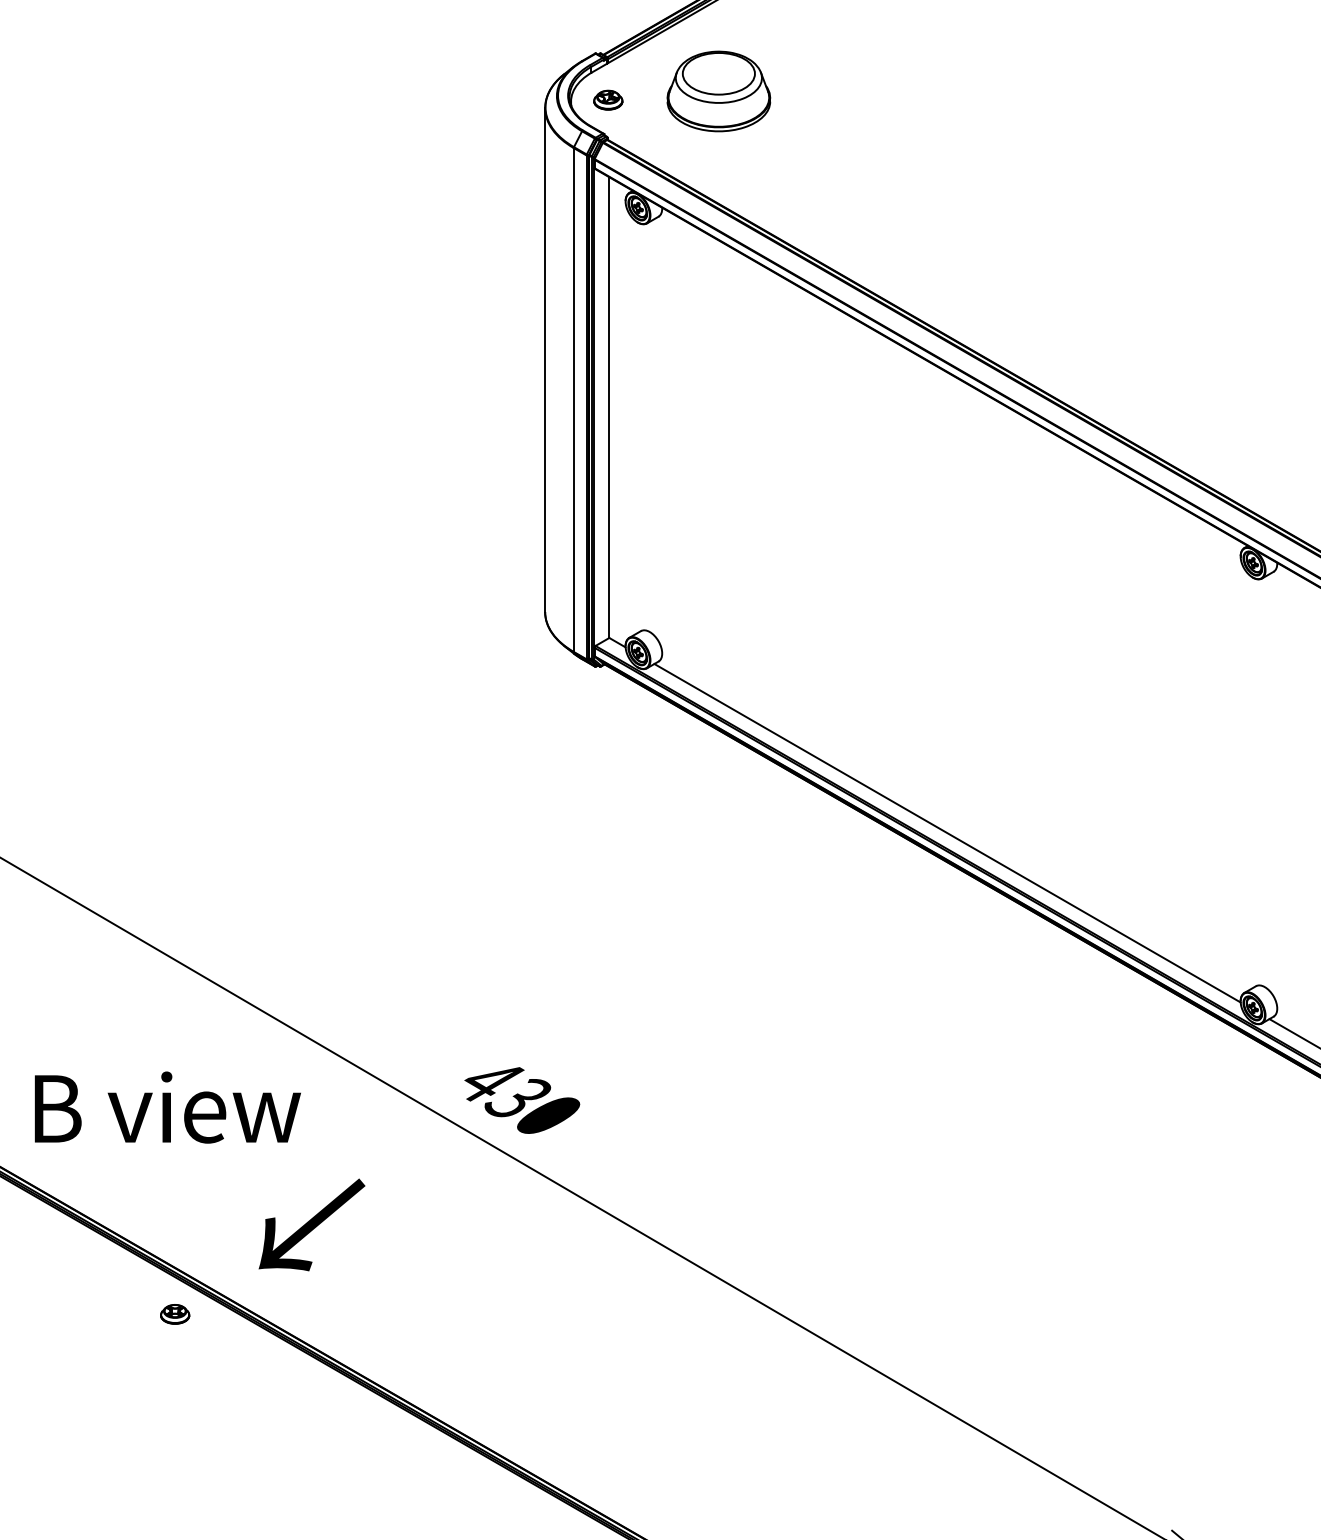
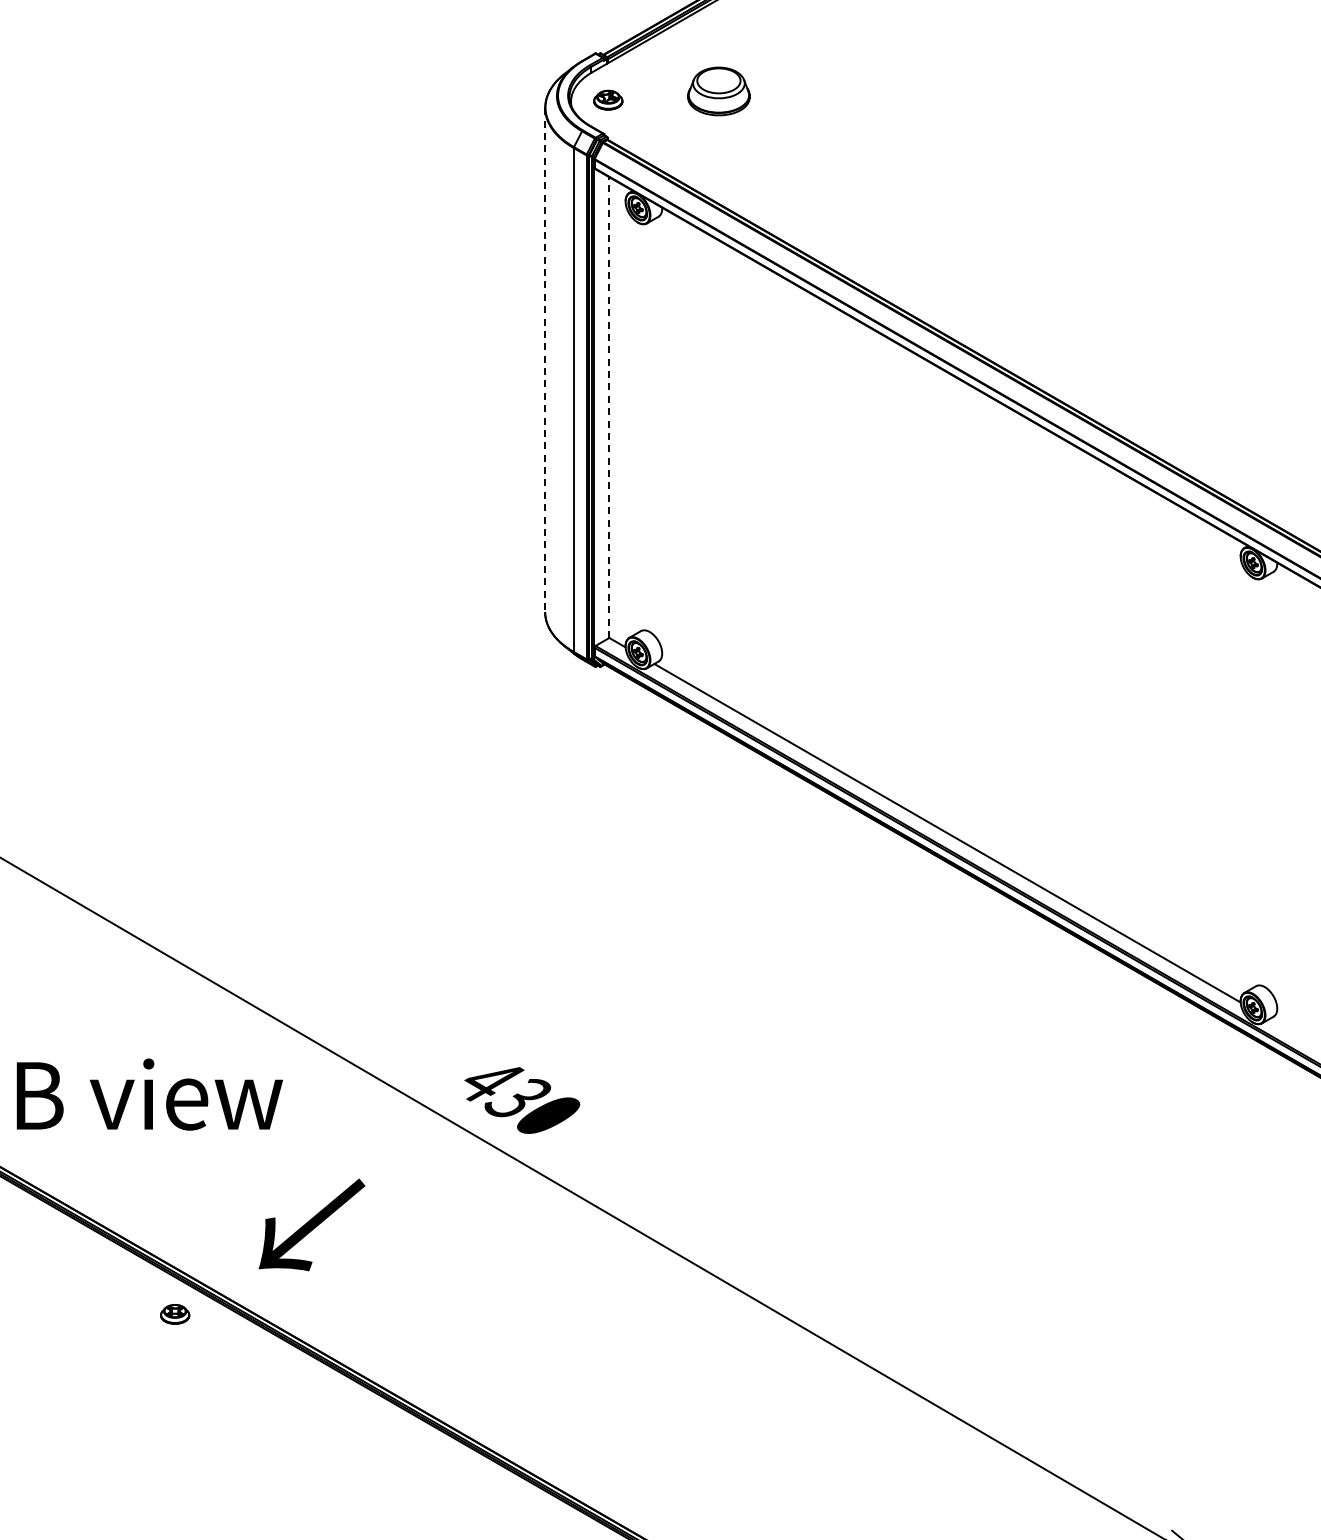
part at (718, 91) size: 106x83 px -> 64x51 px
line at (545, 360): solid -> dashed
line at (609, 407): solid -> dashed
line at (1293, 1032): present -> none
text at (167, 1107) position: (167, 1107) -> (149, 1094)
